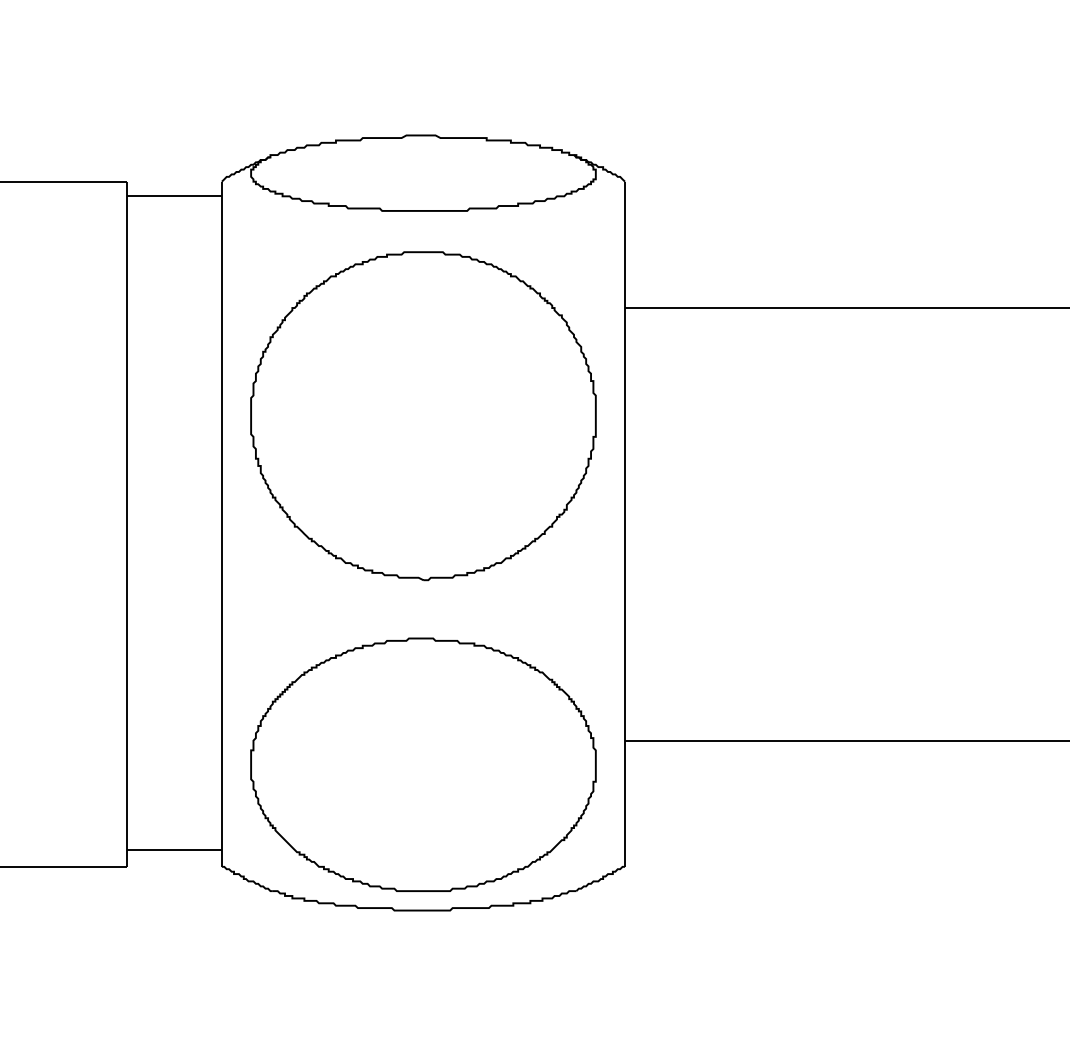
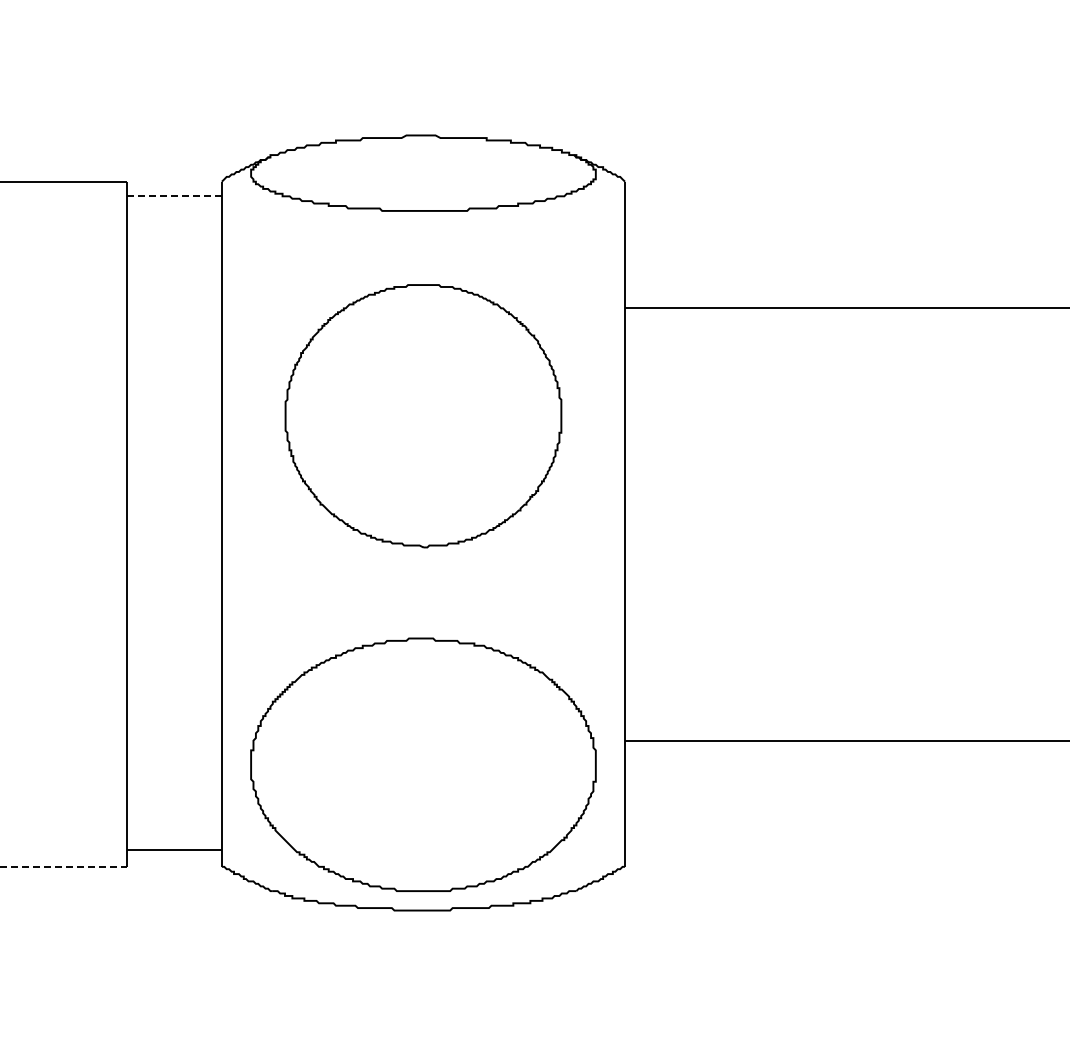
line at (174, 196): solid -> dashed
part at (423, 416) size: 347x331 px -> 279x265 px
line at (64, 866): solid -> dashed
